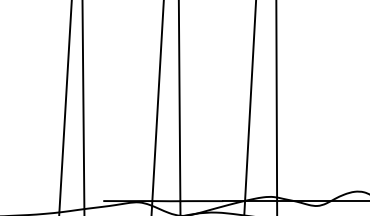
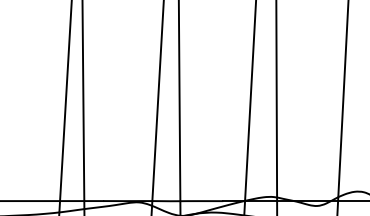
line at (342, 107): none -> present
line at (52, 201): none -> present
